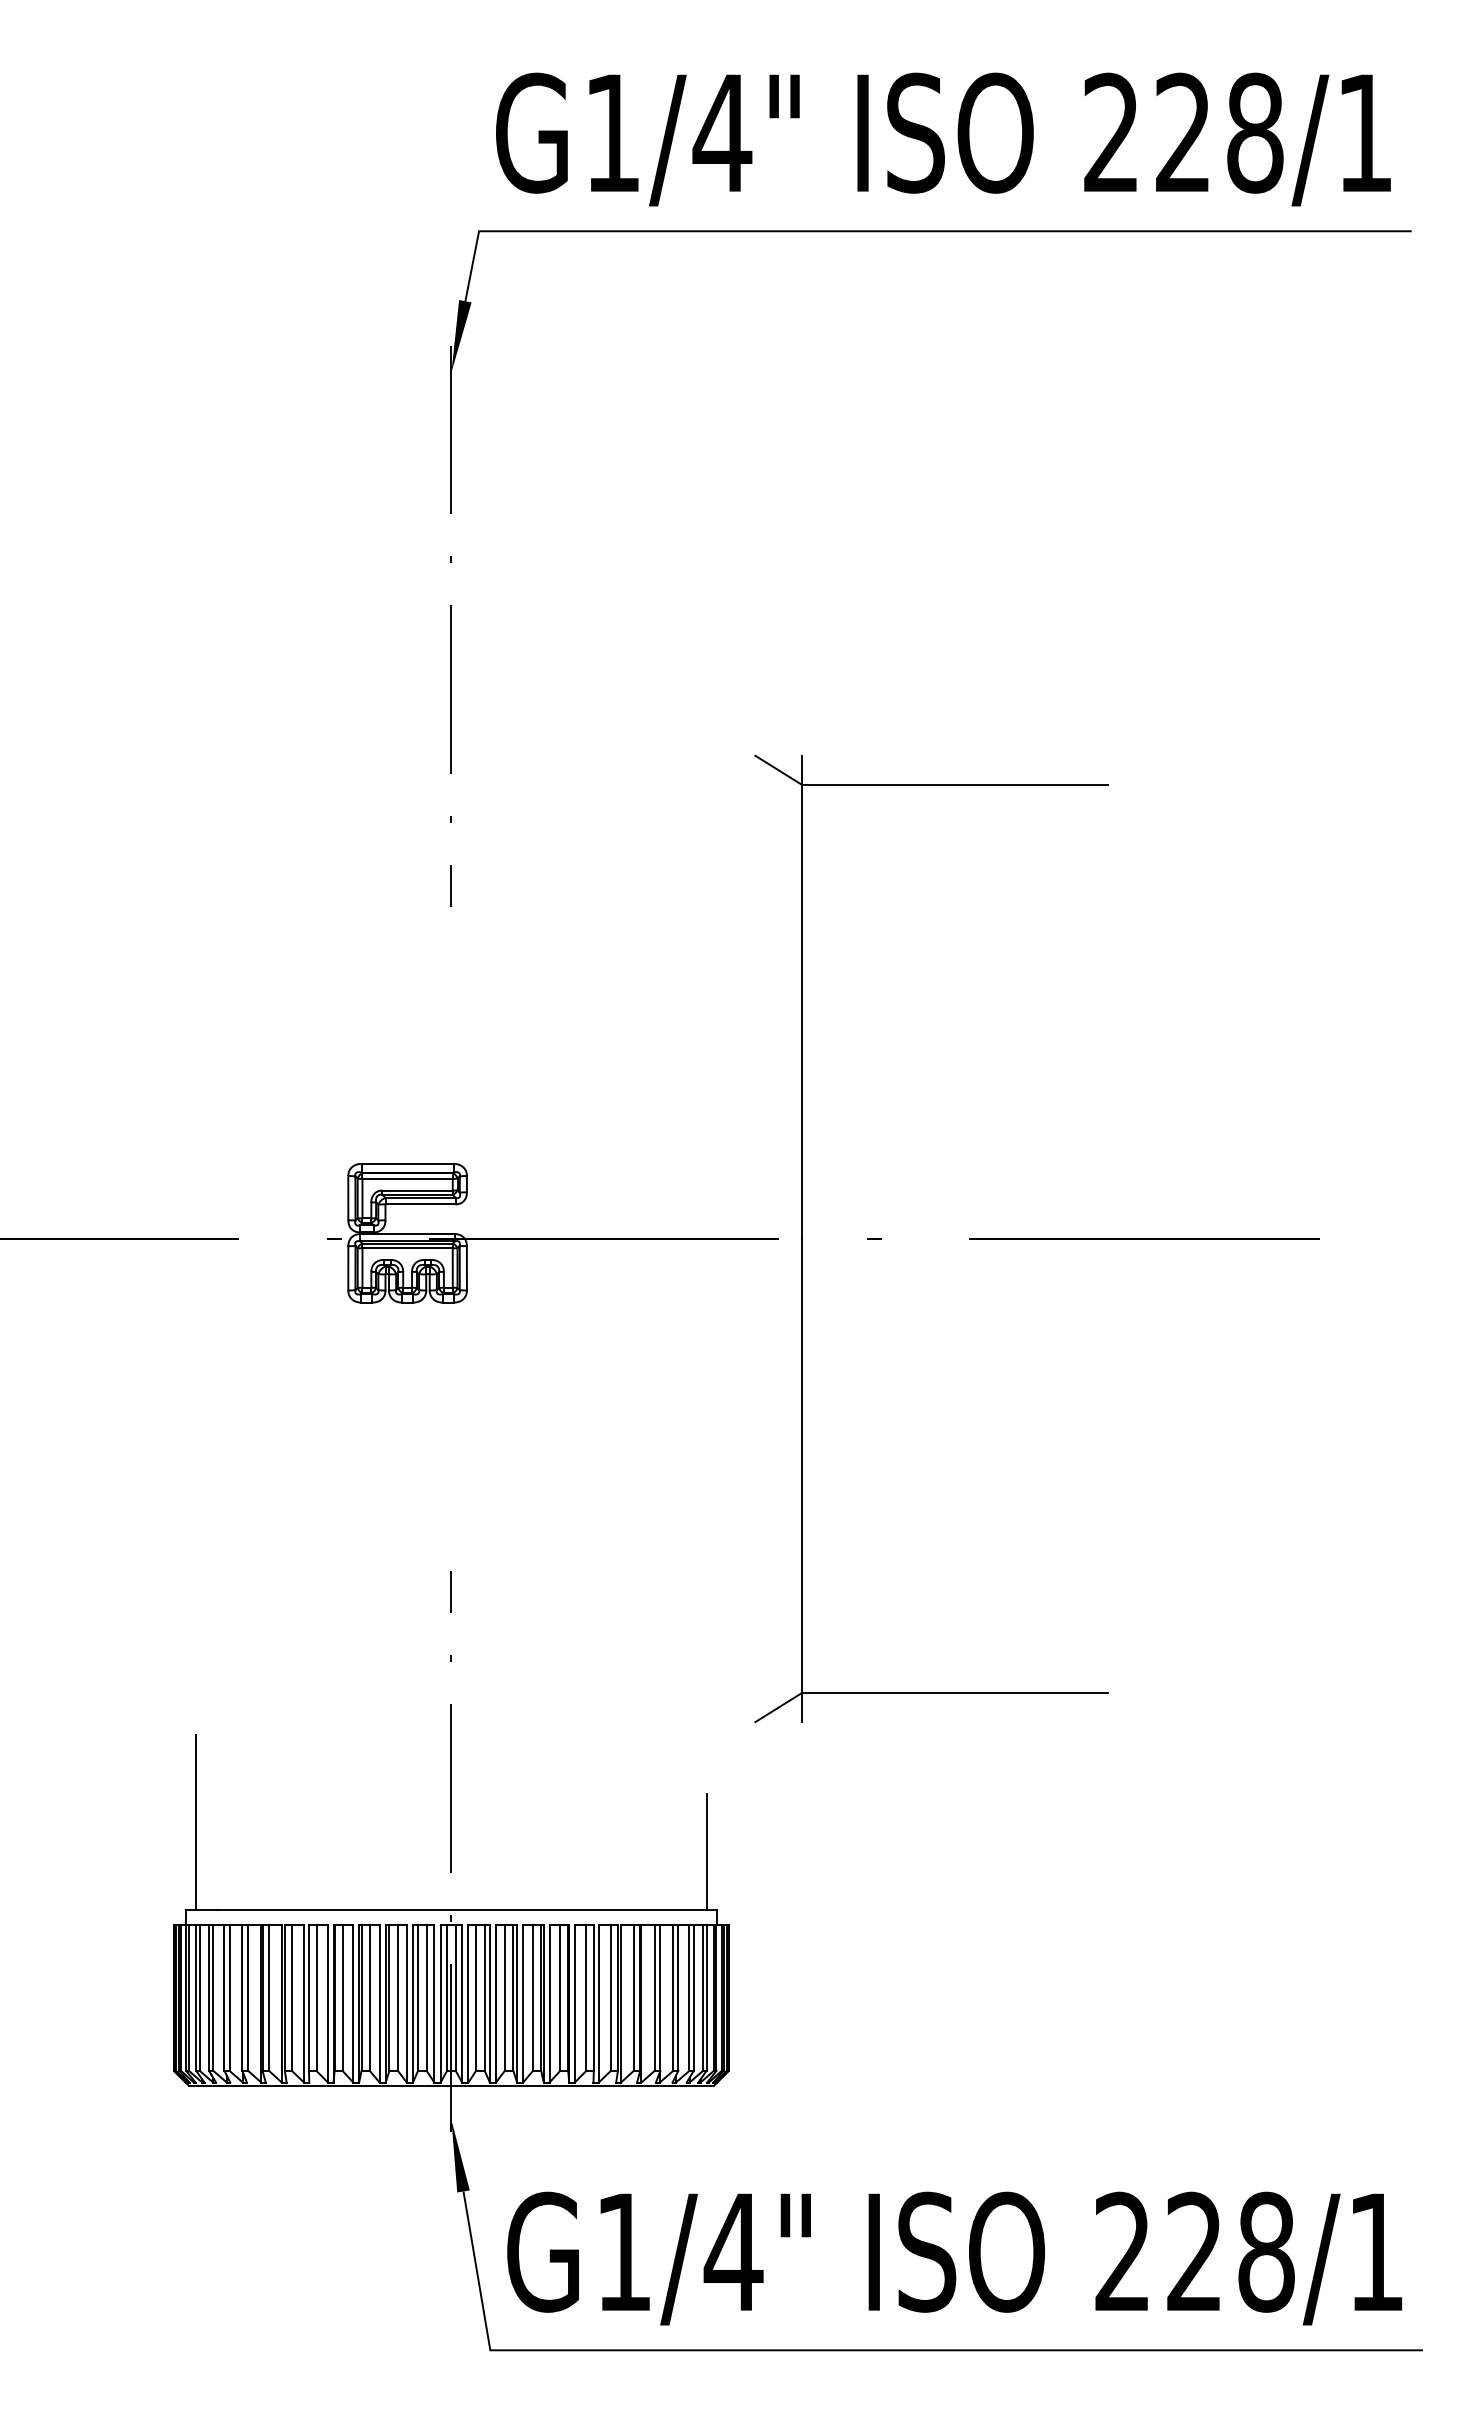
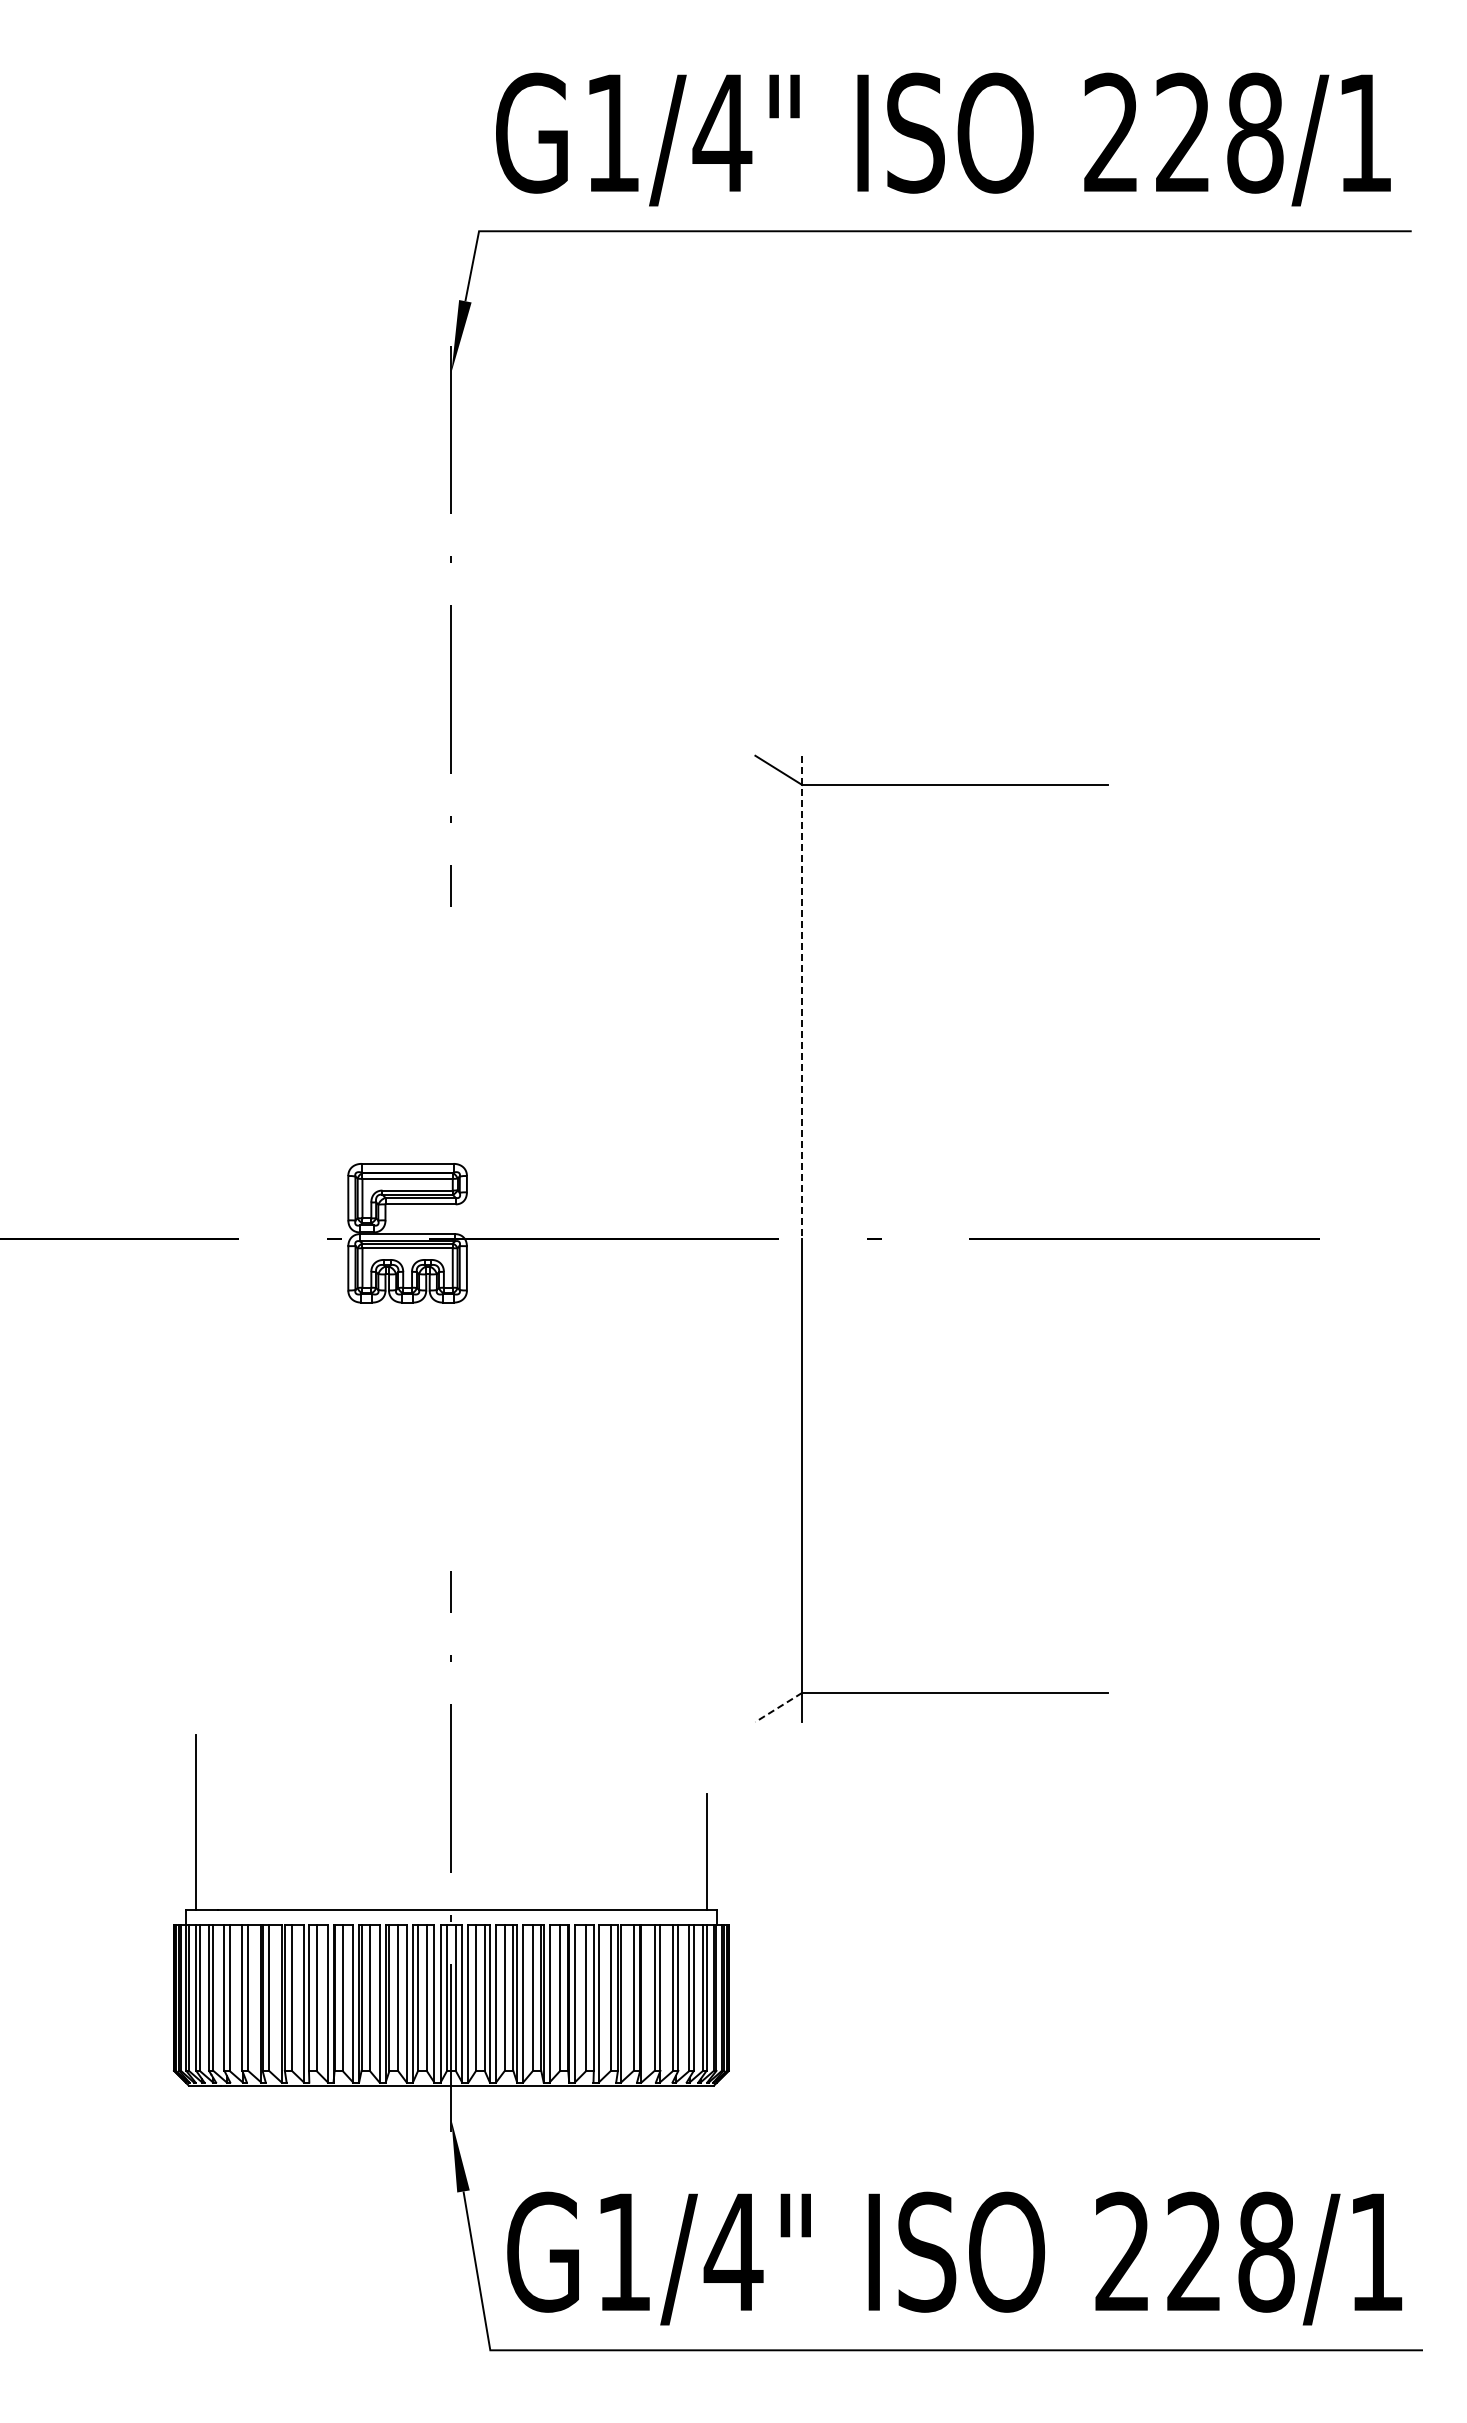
line at (802, 997): solid -> dashed
line at (778, 1707): solid -> dashed
